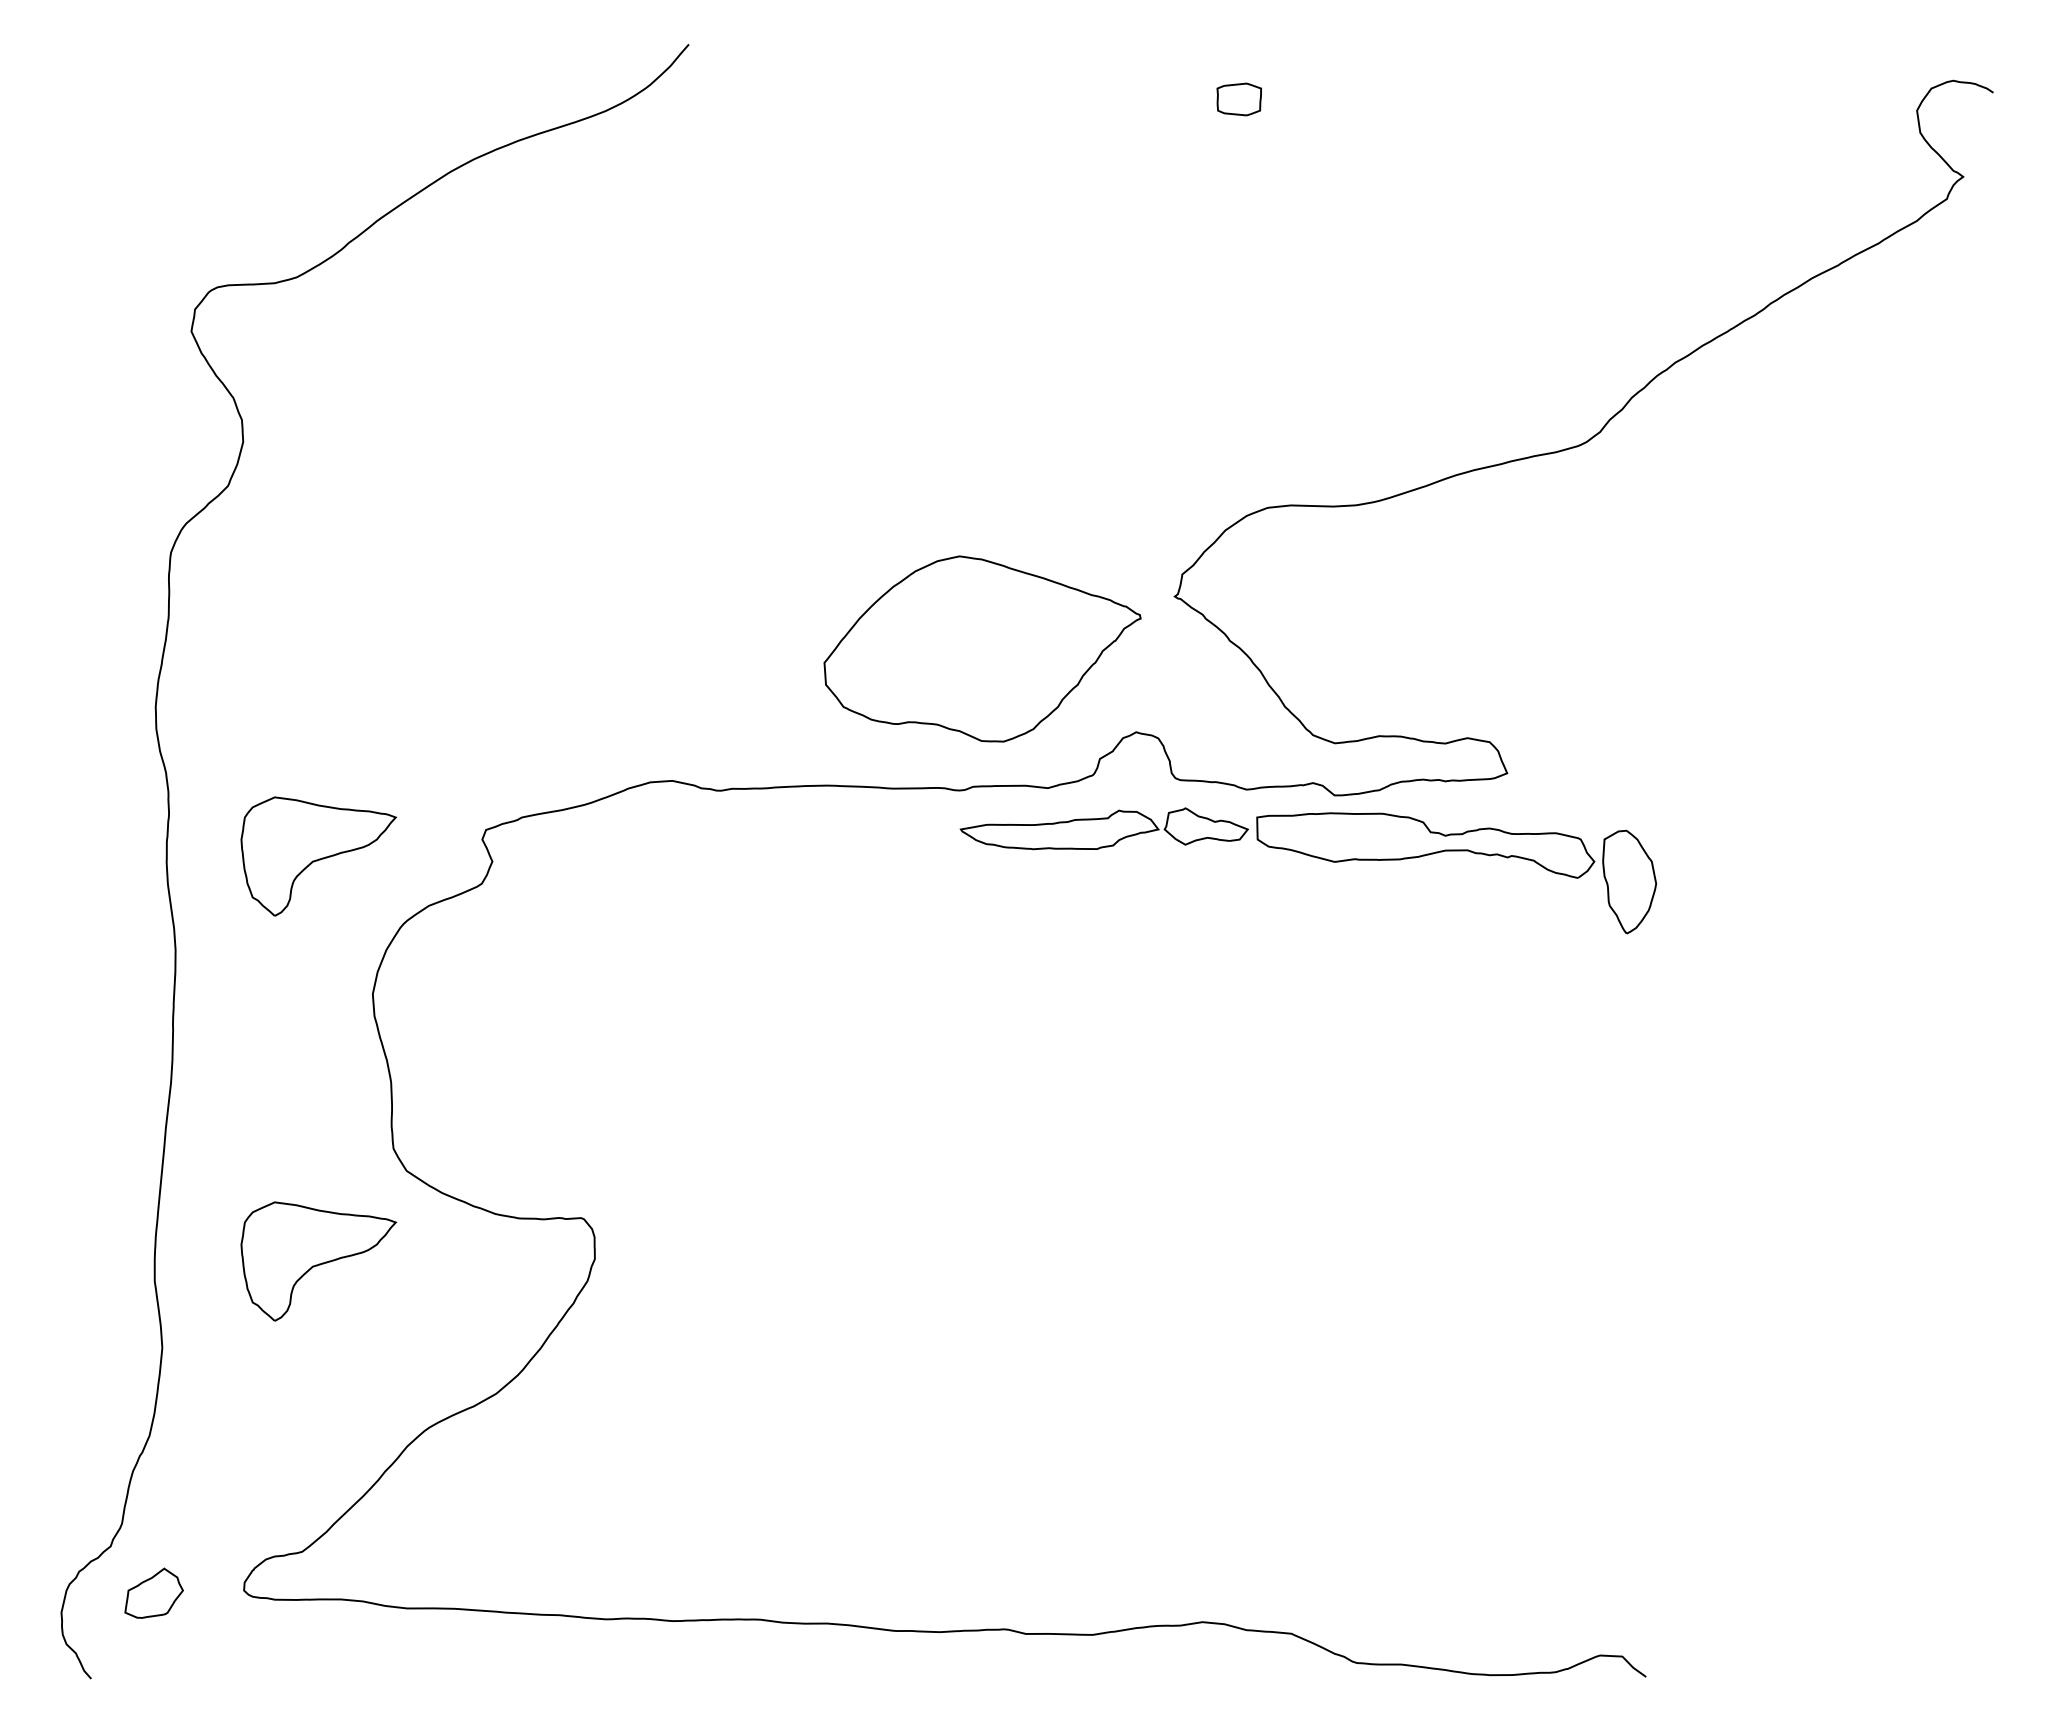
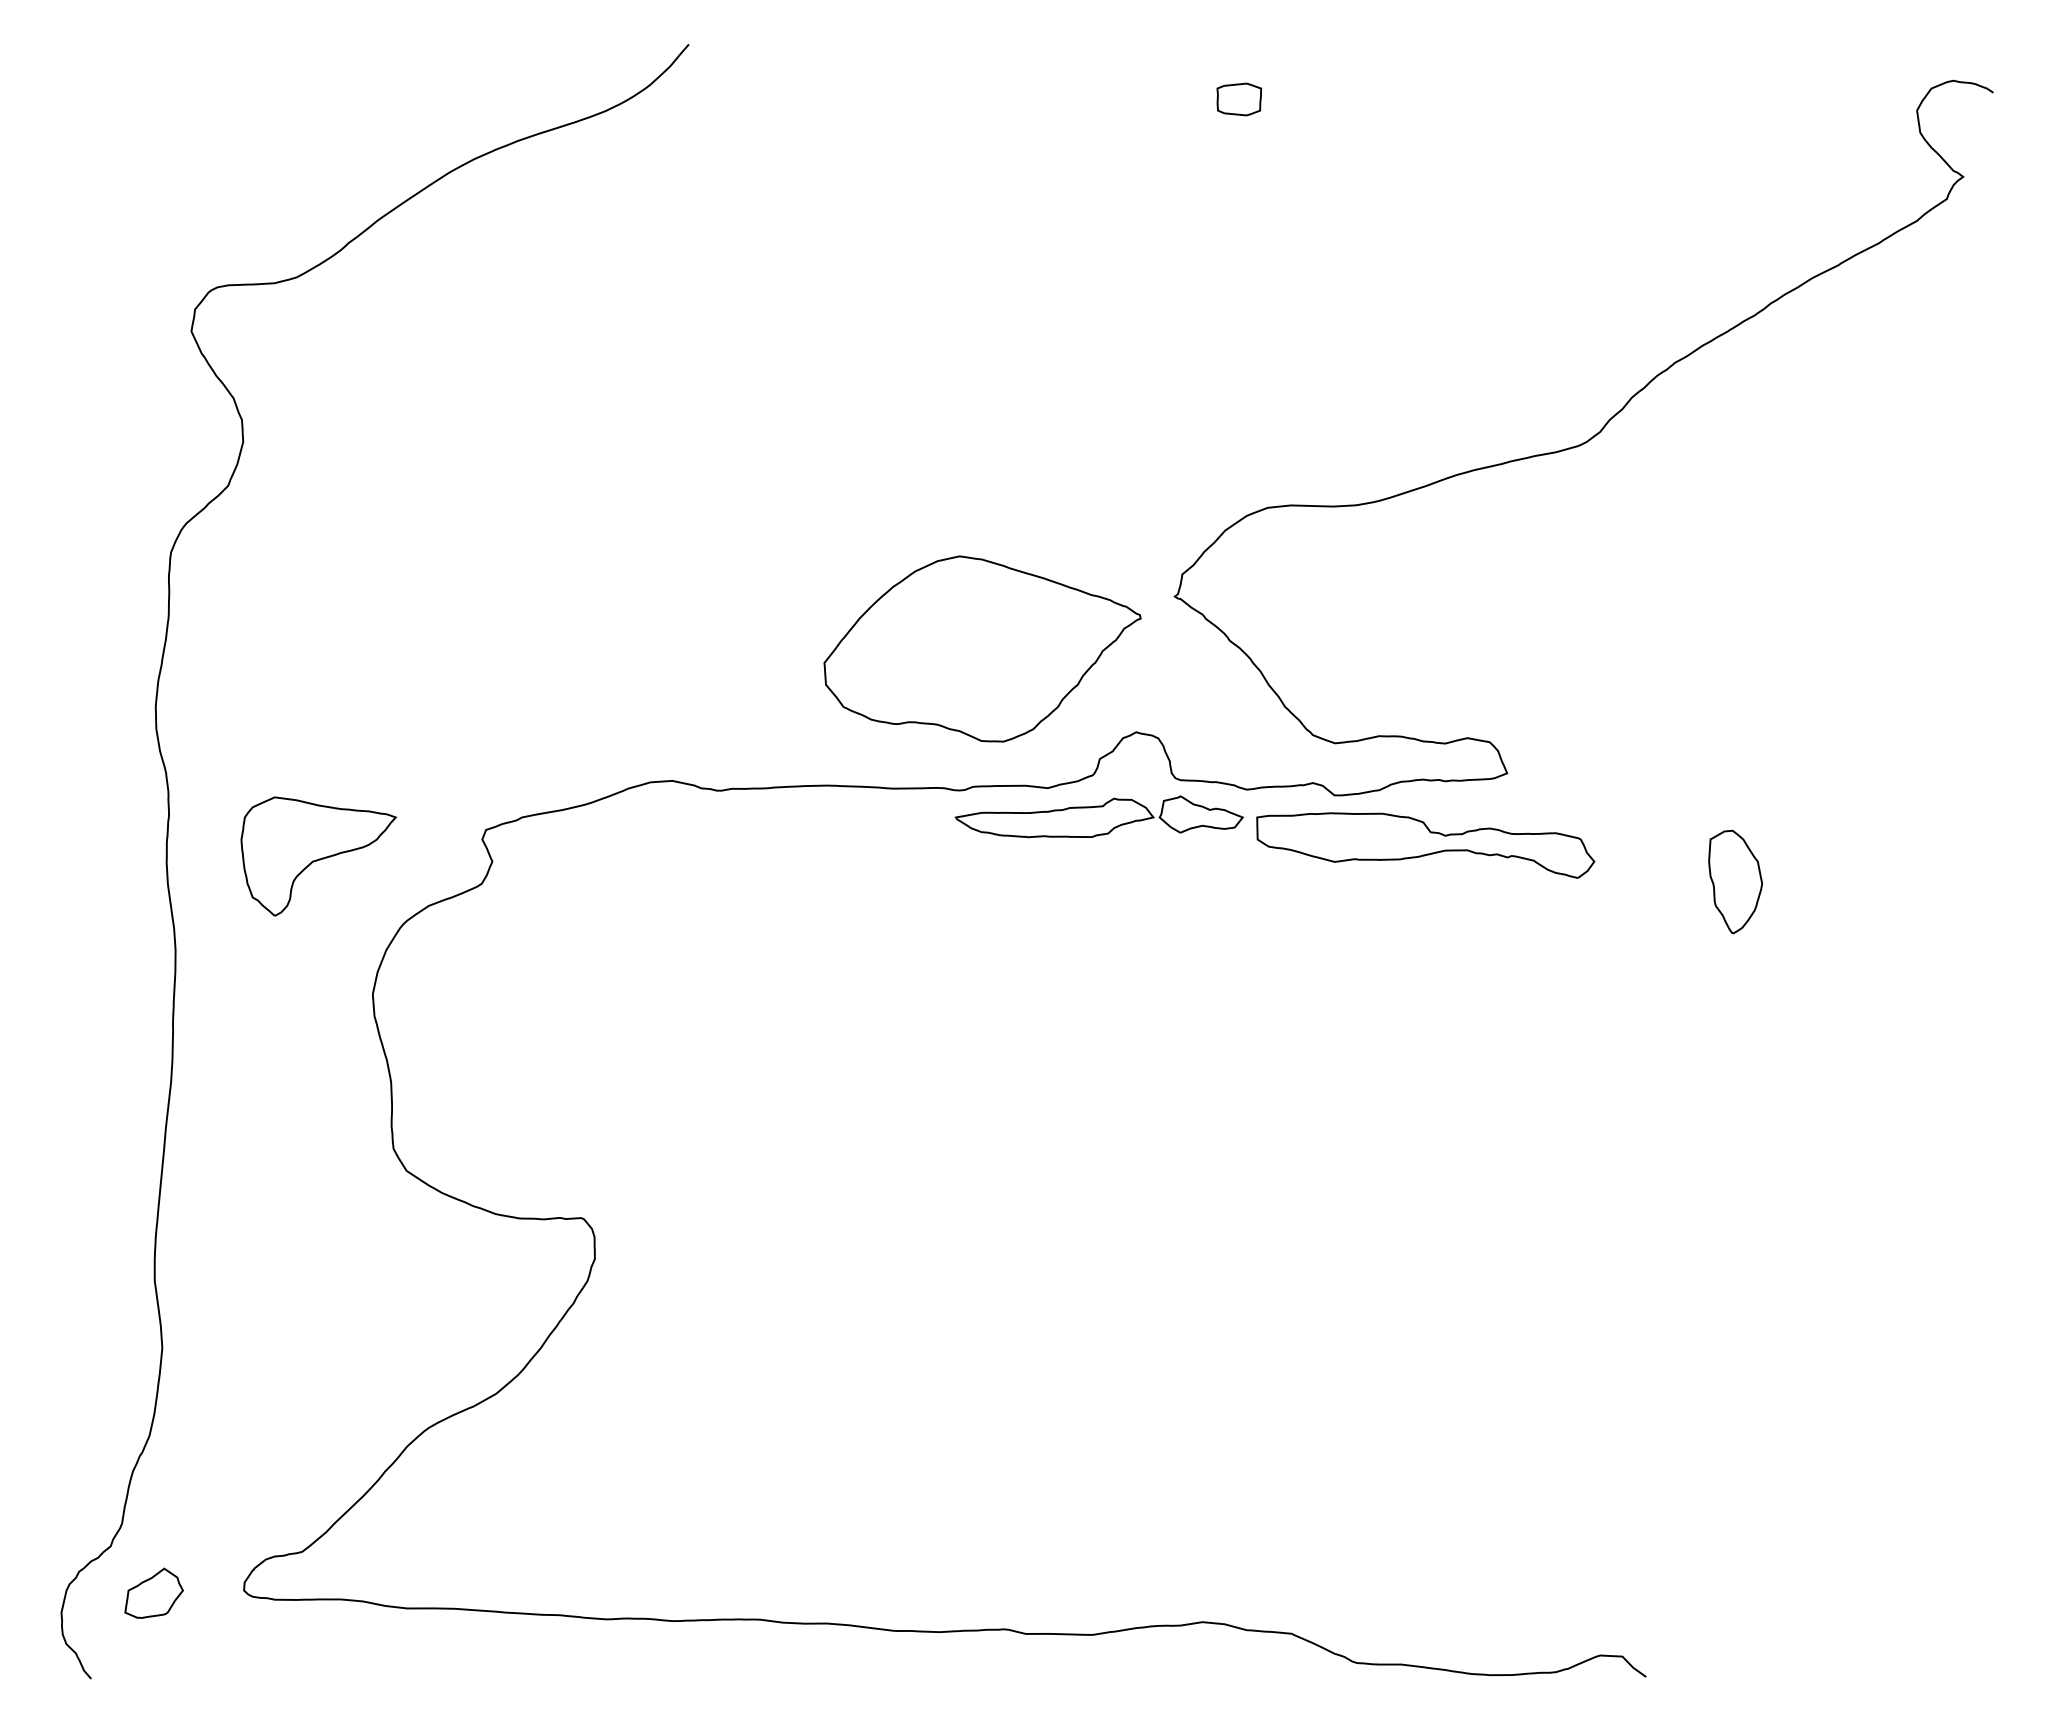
part at (1103, 828) position: (1103, 828) -> (1098, 816)
part at (1629, 881) position: (1629, 881) -> (1735, 881)
part at (318, 1261): present -> none
